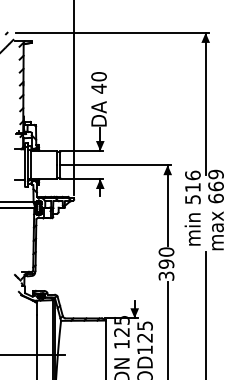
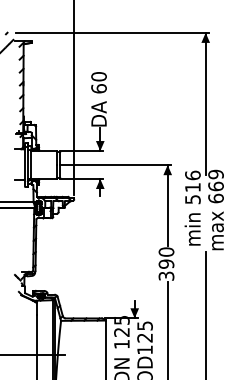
text at (98, 88): 40 -> 60
